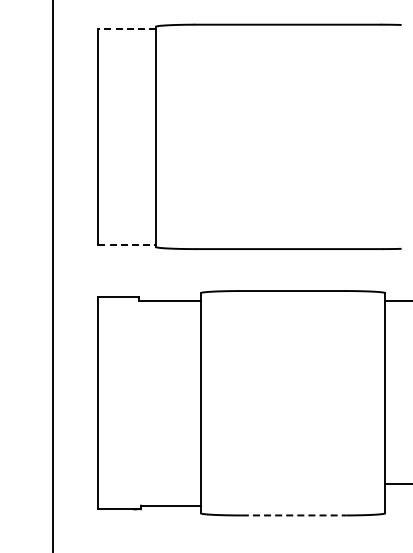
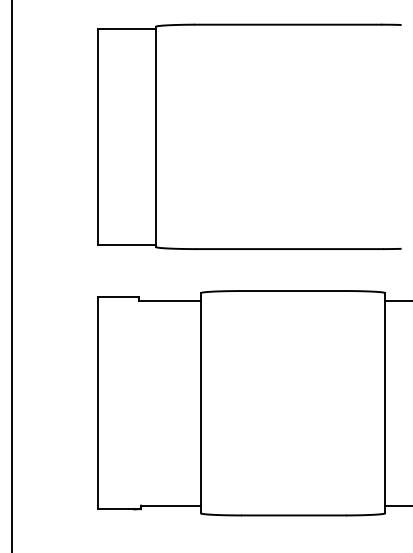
line at (127, 28): dashed -> solid
line at (127, 245): dashed -> solid
line at (53, 275) position: (53, 275) -> (12, 275)
line at (397, 483) position: (397, 483) -> (397, 505)
line at (294, 515): dashed -> solid
